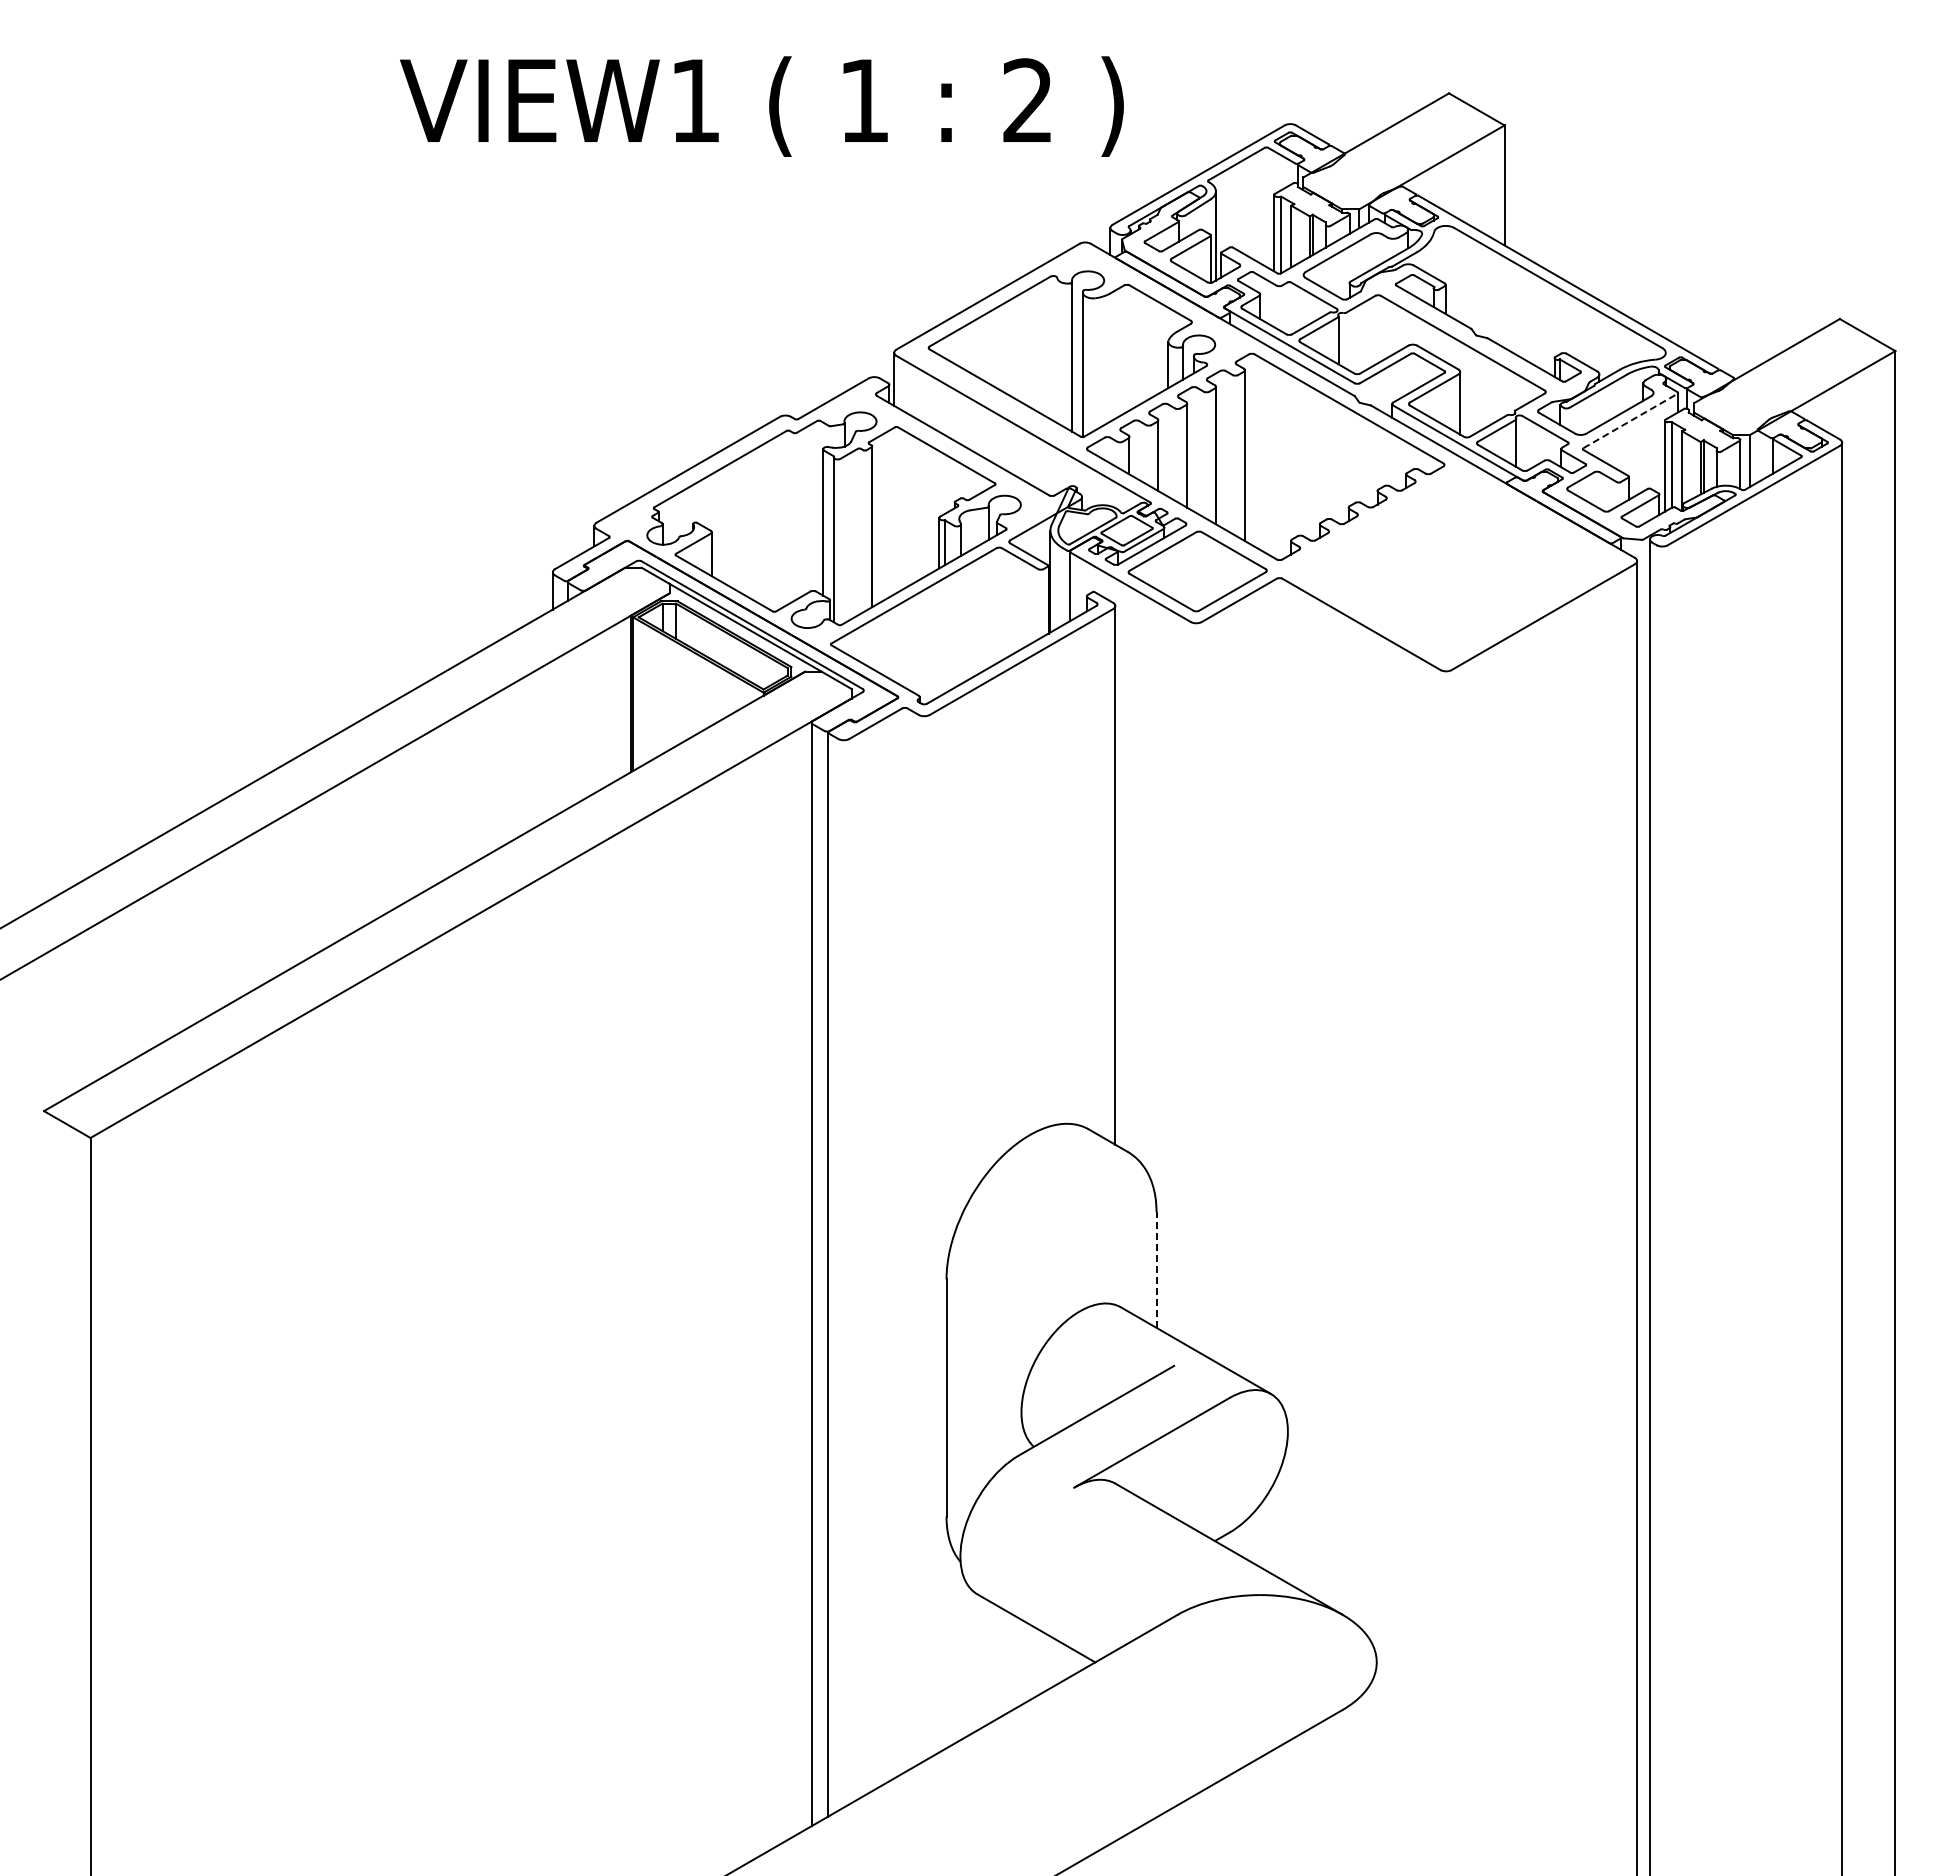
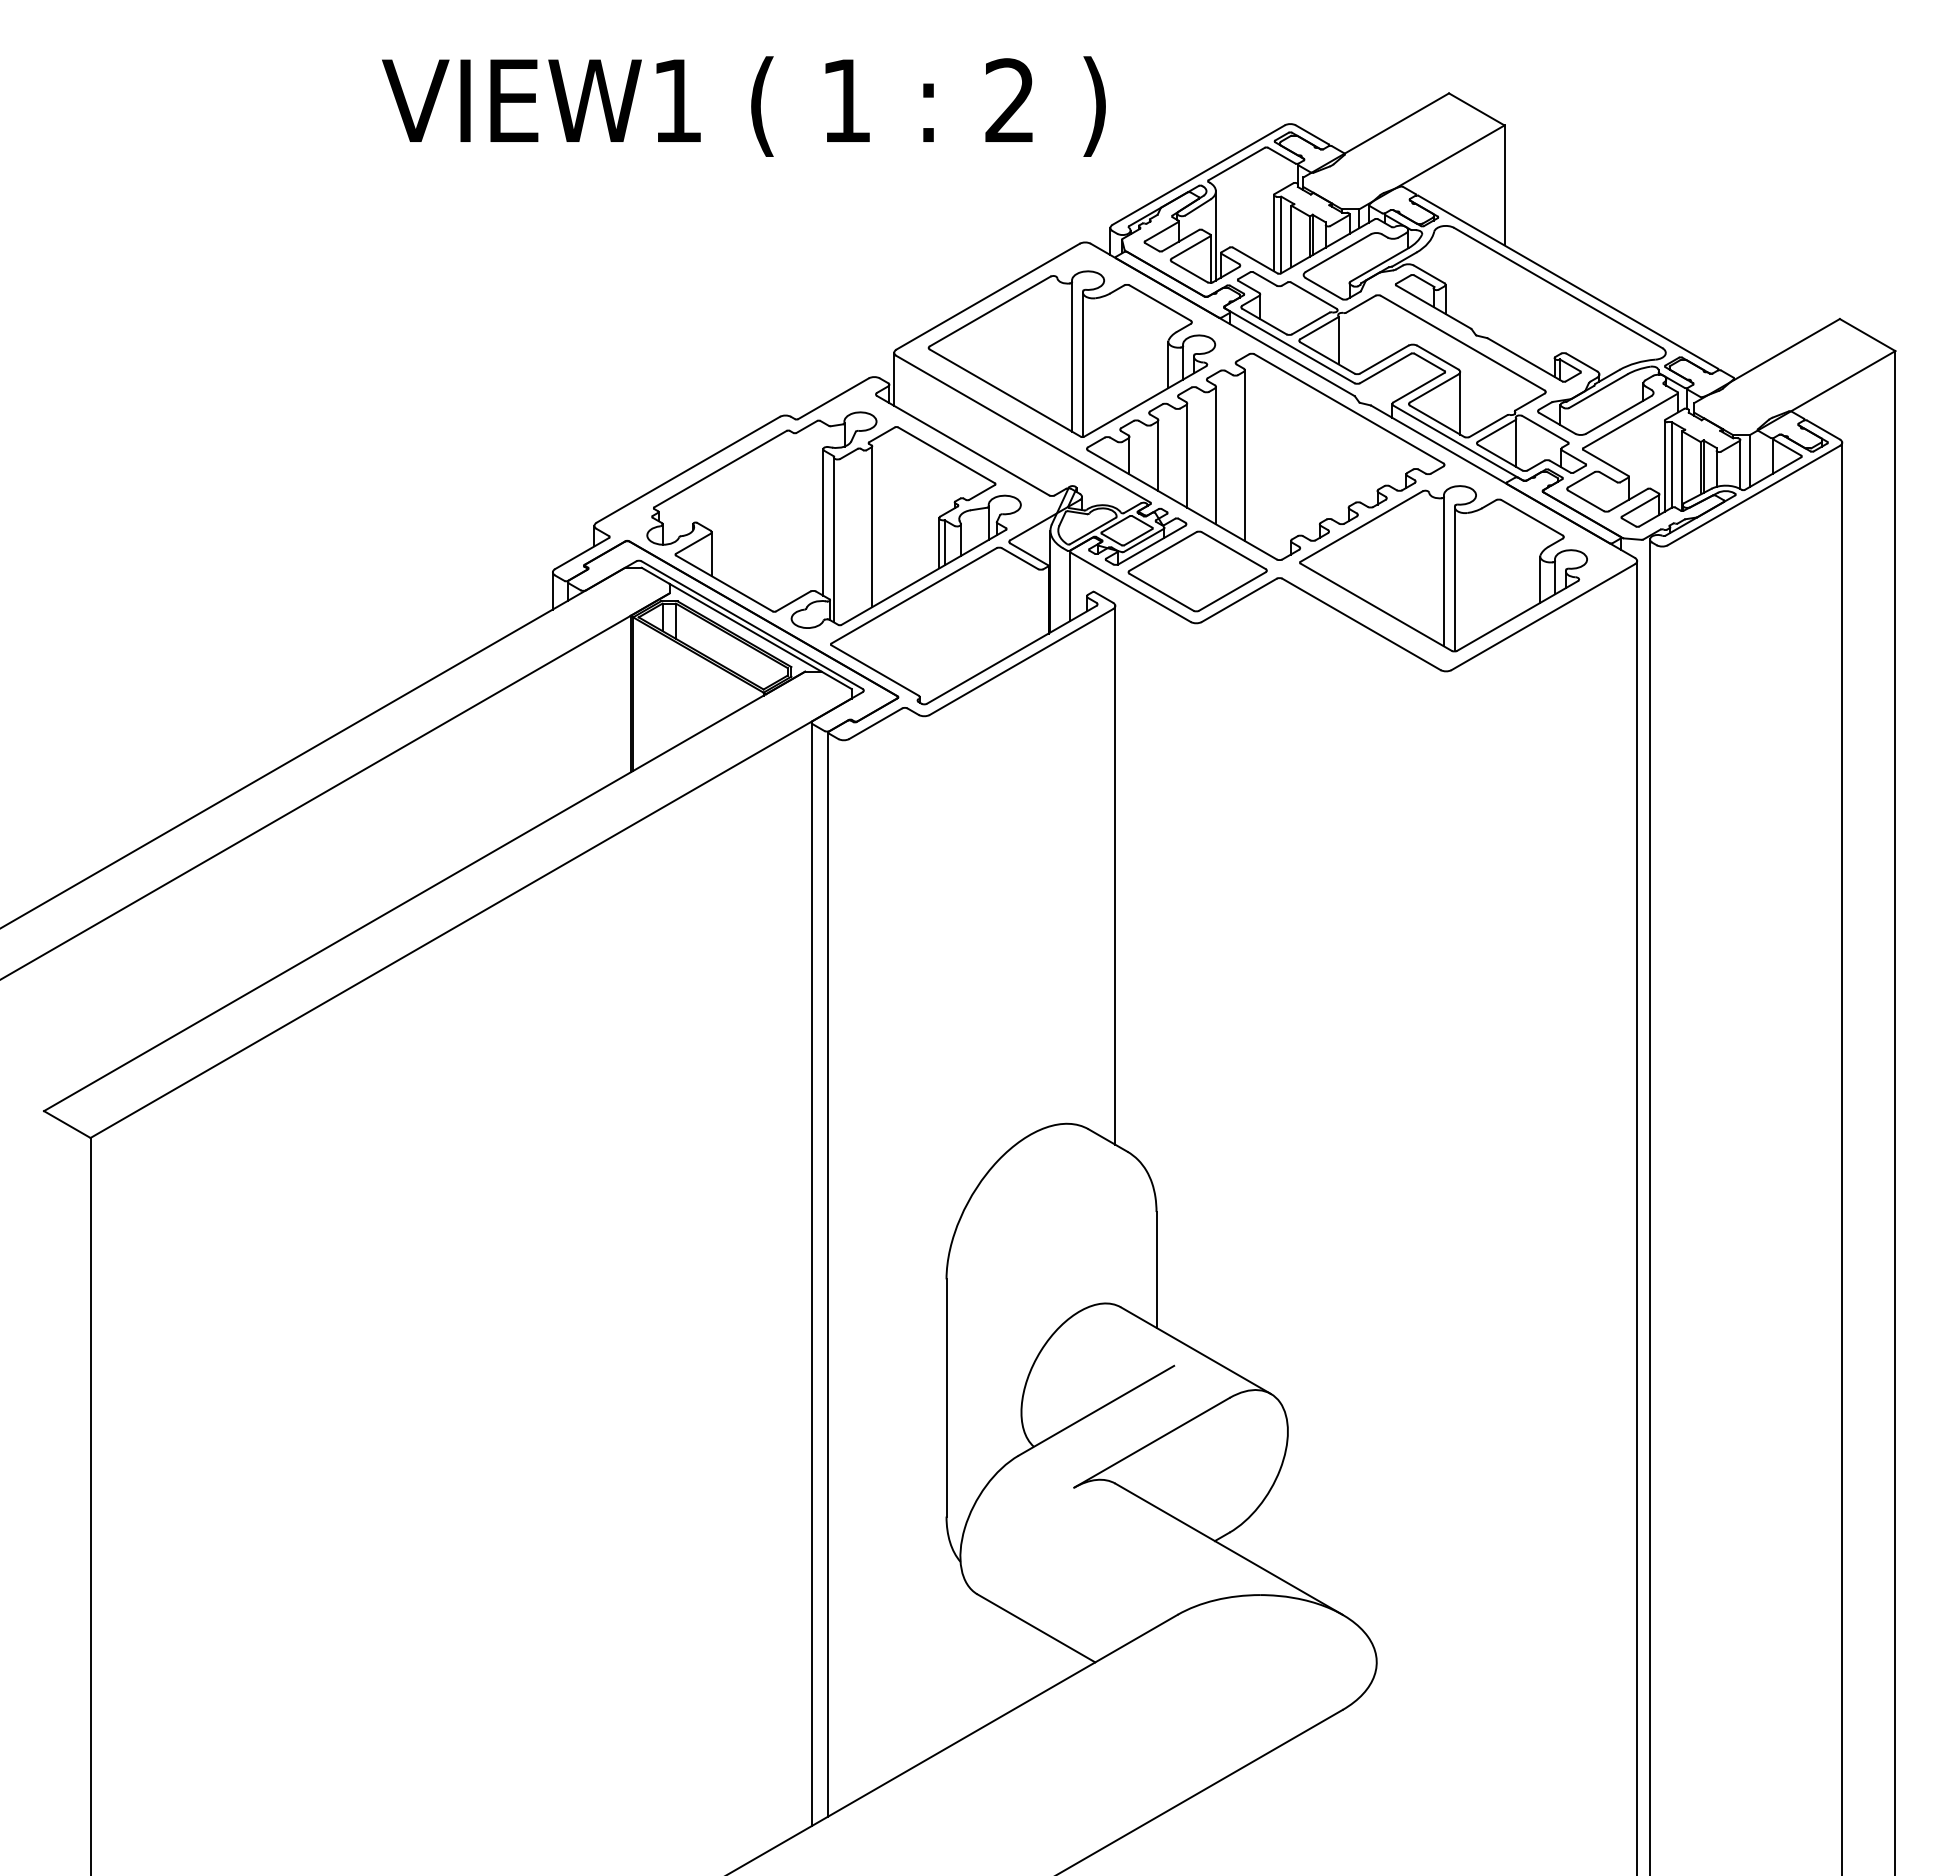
text at (761, 106) position: (761, 106) -> (743, 106)
line at (1630, 420): dashed -> solid
part at (1443, 568): none -> present
line at (1156, 1269): dashed -> solid
